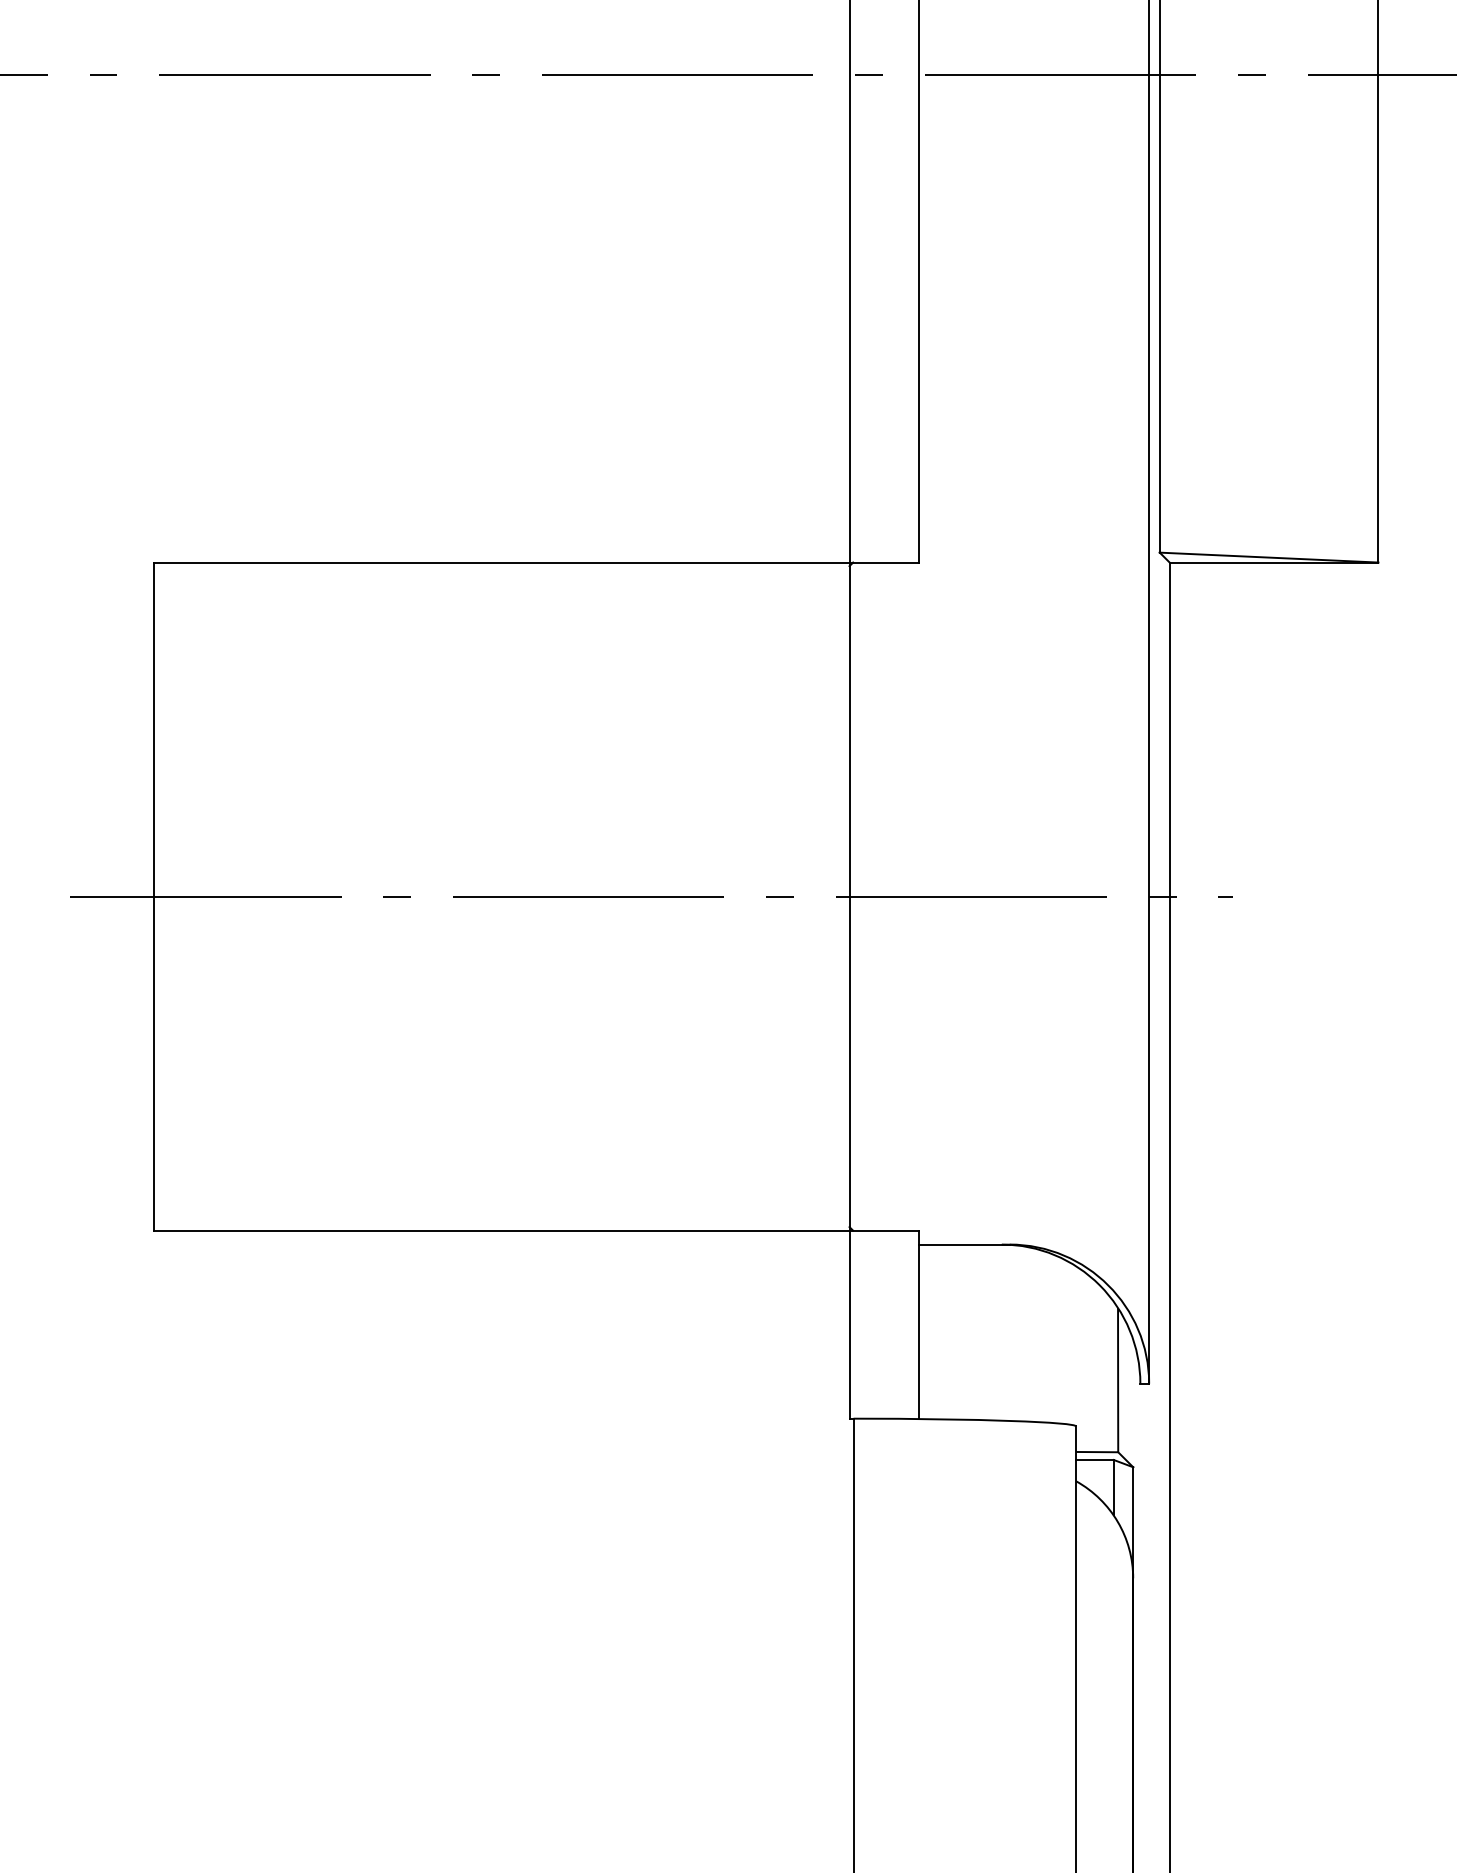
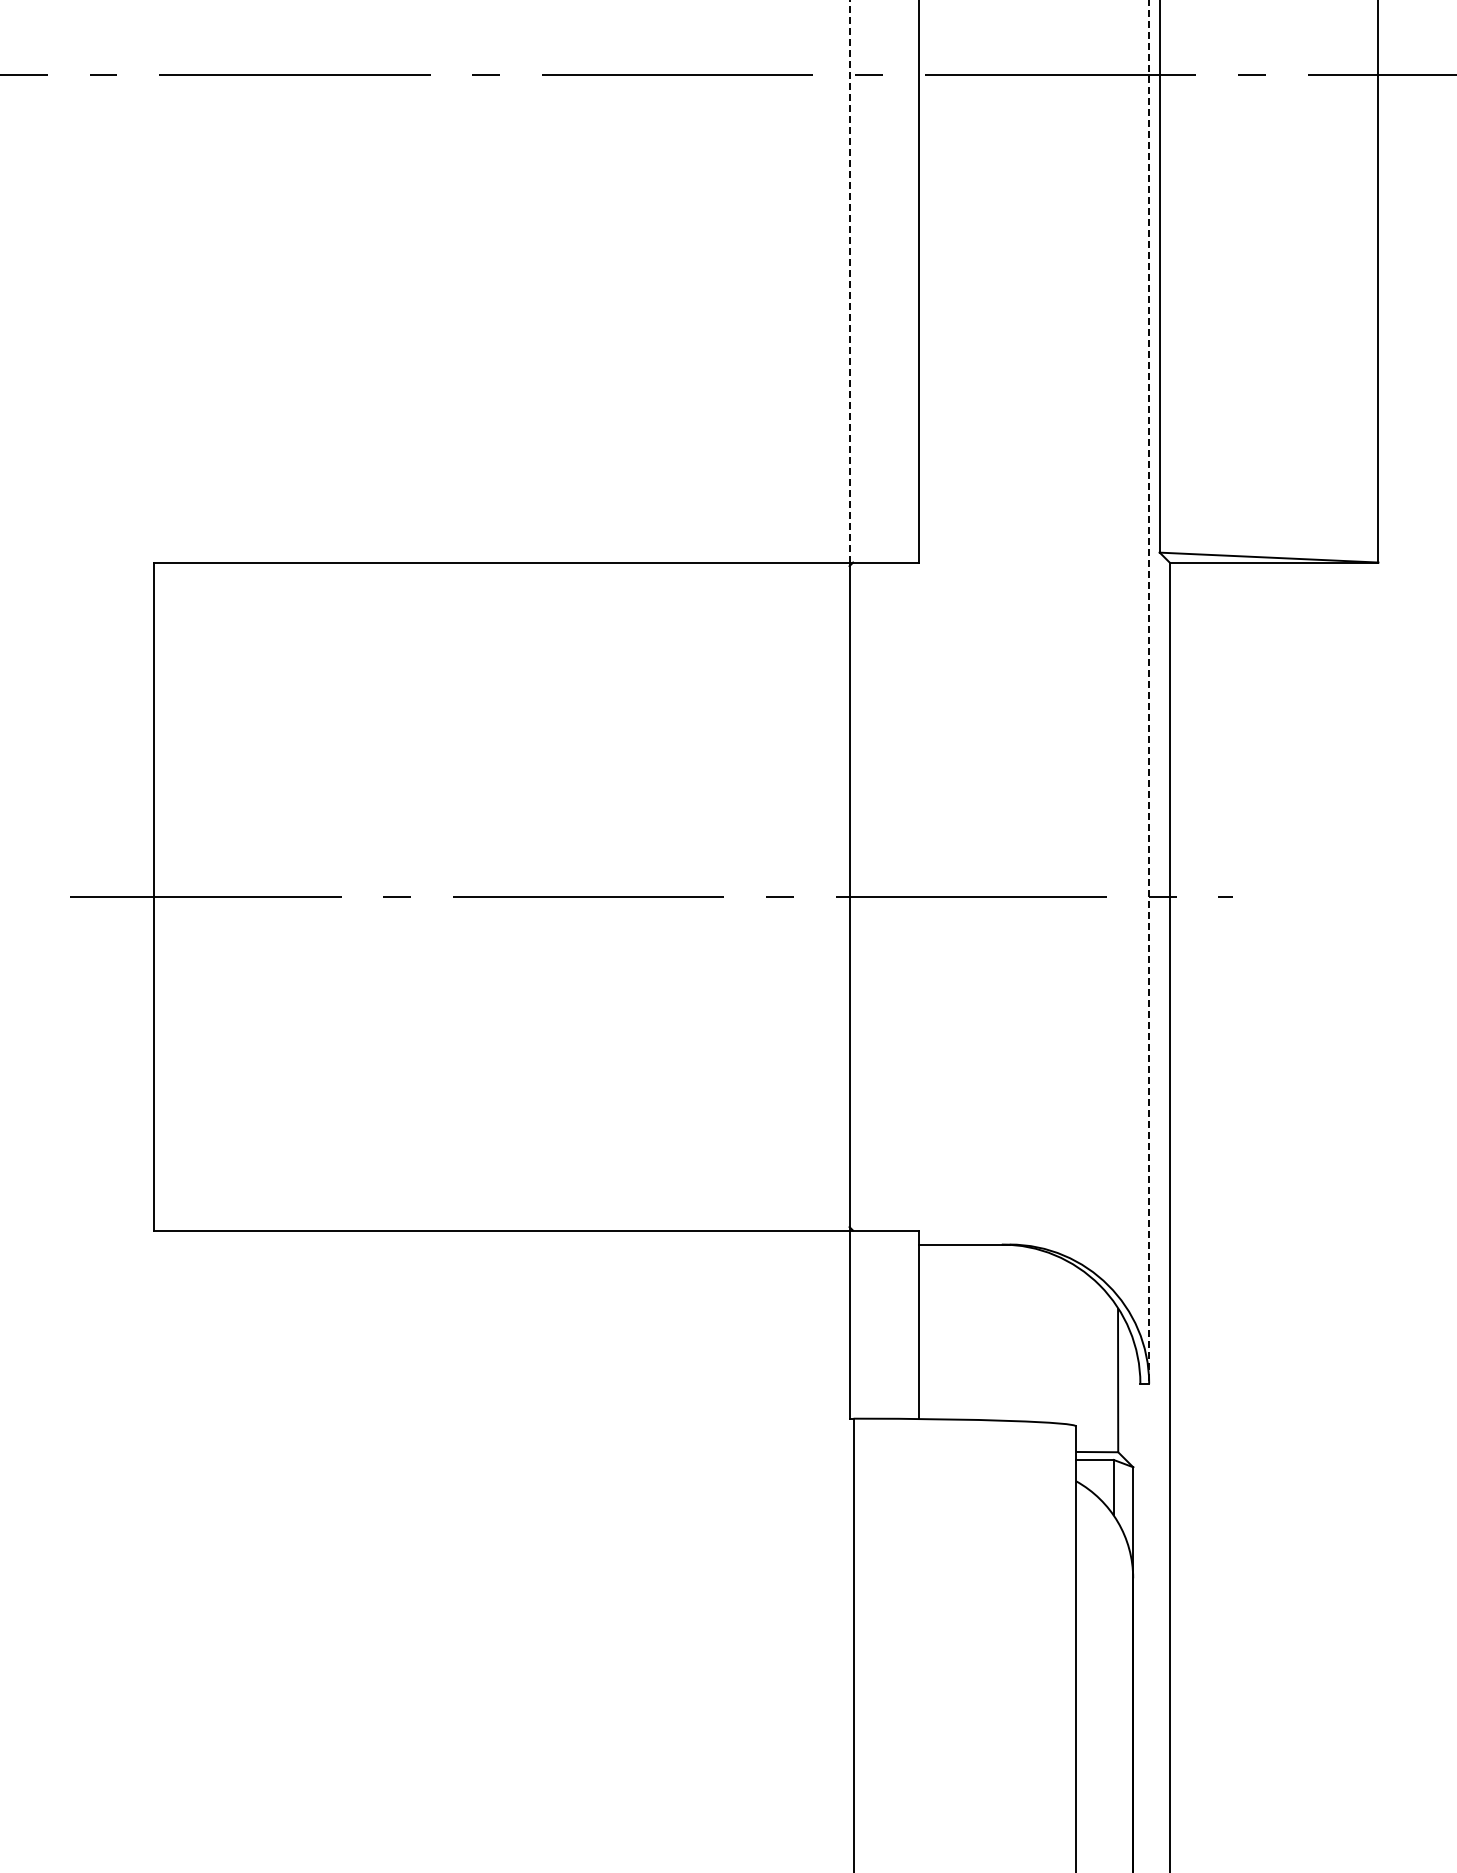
line at (849, 281): solid -> dashed
line at (1149, 692): solid -> dashed
